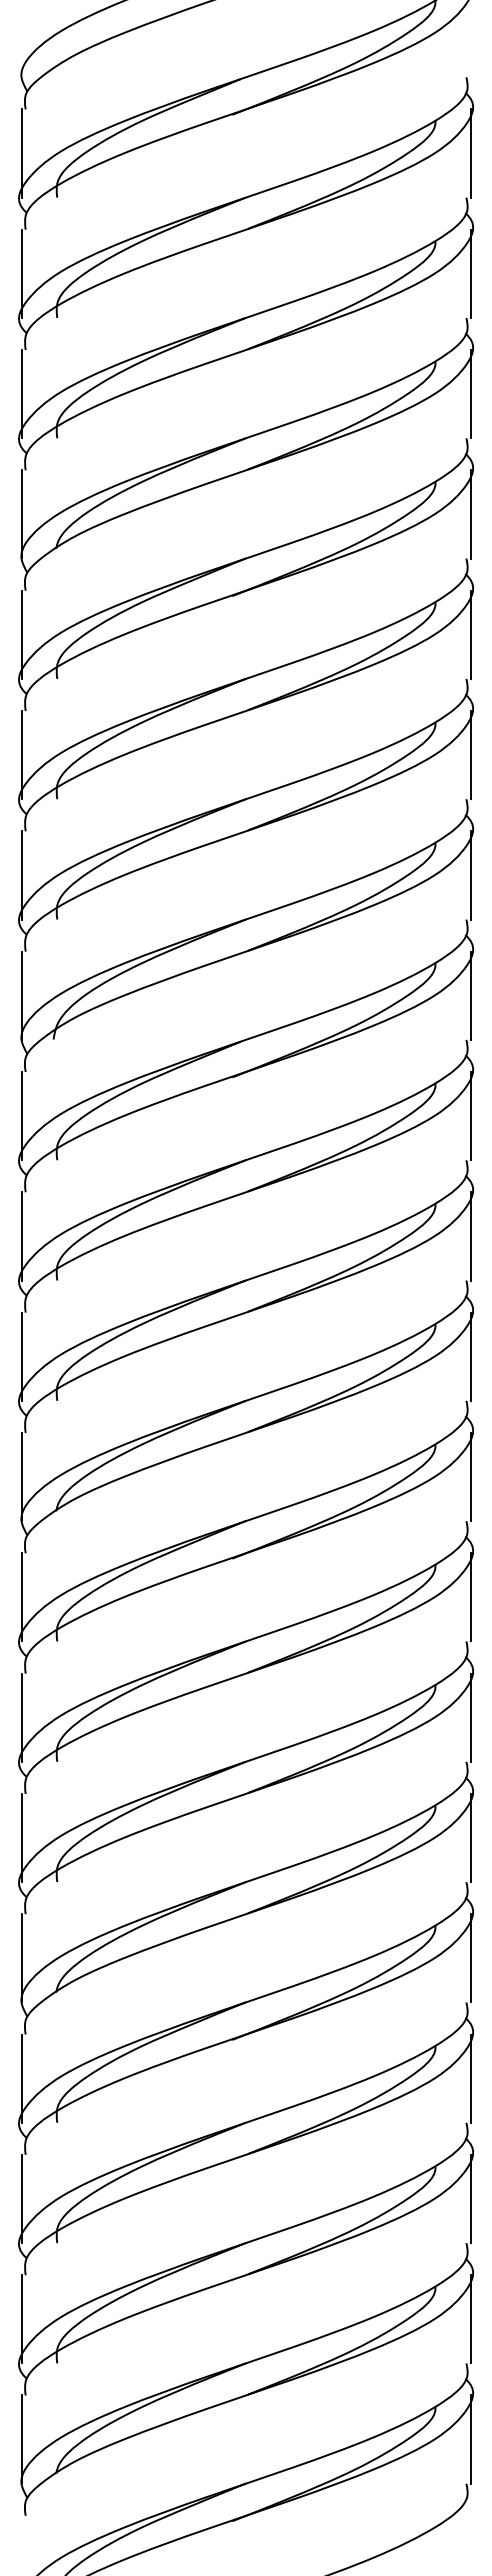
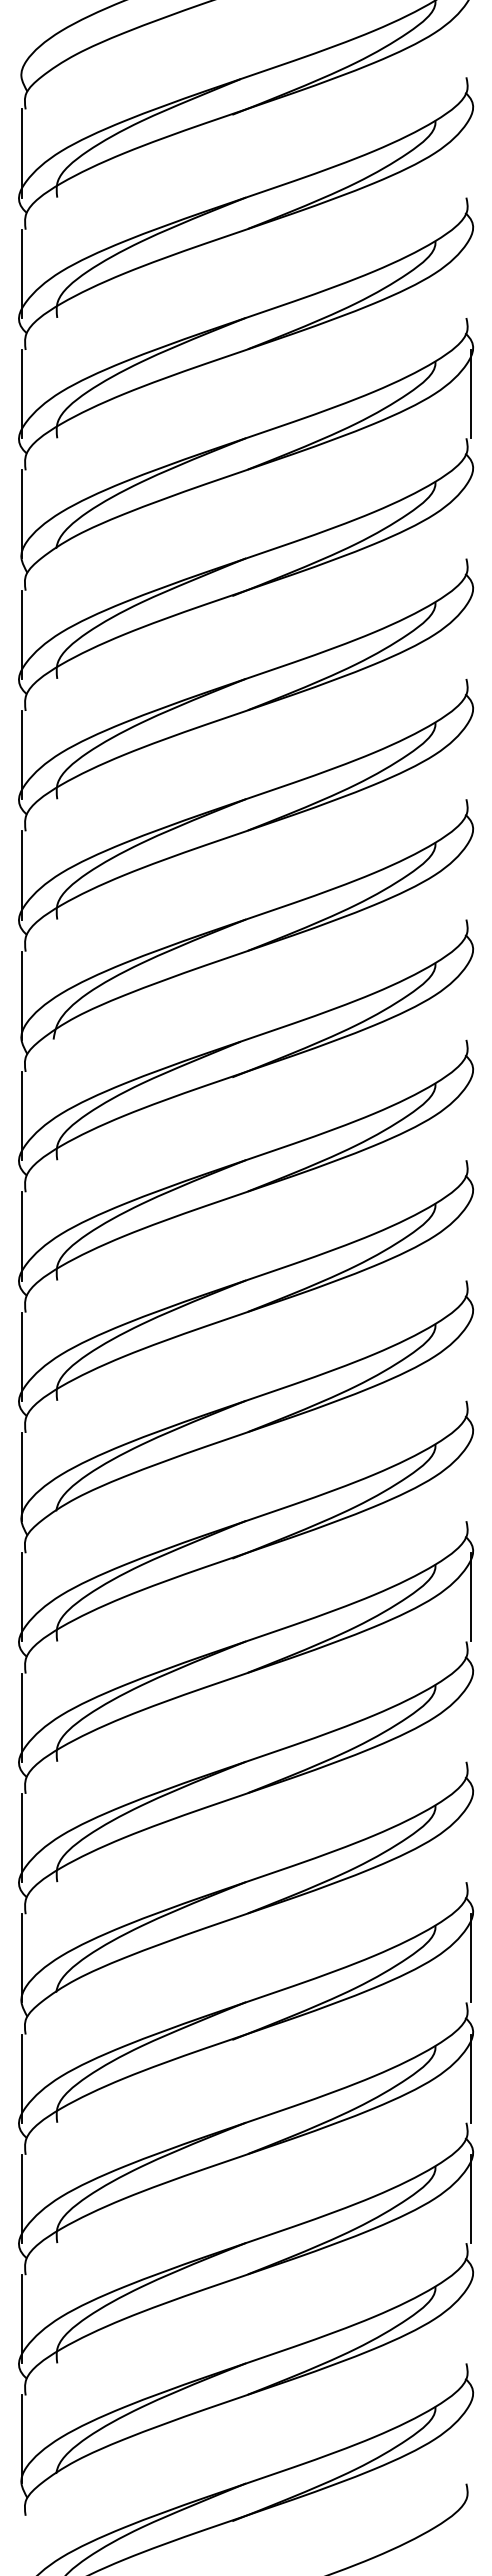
line at (470, 153): present -> none
line at (470, 273): present -> none
line at (470, 514): present -> none
line at (470, 634): present -> none
line at (470, 755): present -> none
line at (470, 875): present -> none
line at (470, 995): present -> none
line at (470, 1115): present -> none
line at (470, 1236): present -> none
line at (470, 1356): present -> none
line at (470, 1476): present -> none
line at (470, 1717): present -> none
line at (470, 1837): present -> none
line at (470, 2319): present -> none
line at (470, 2439): present -> none
